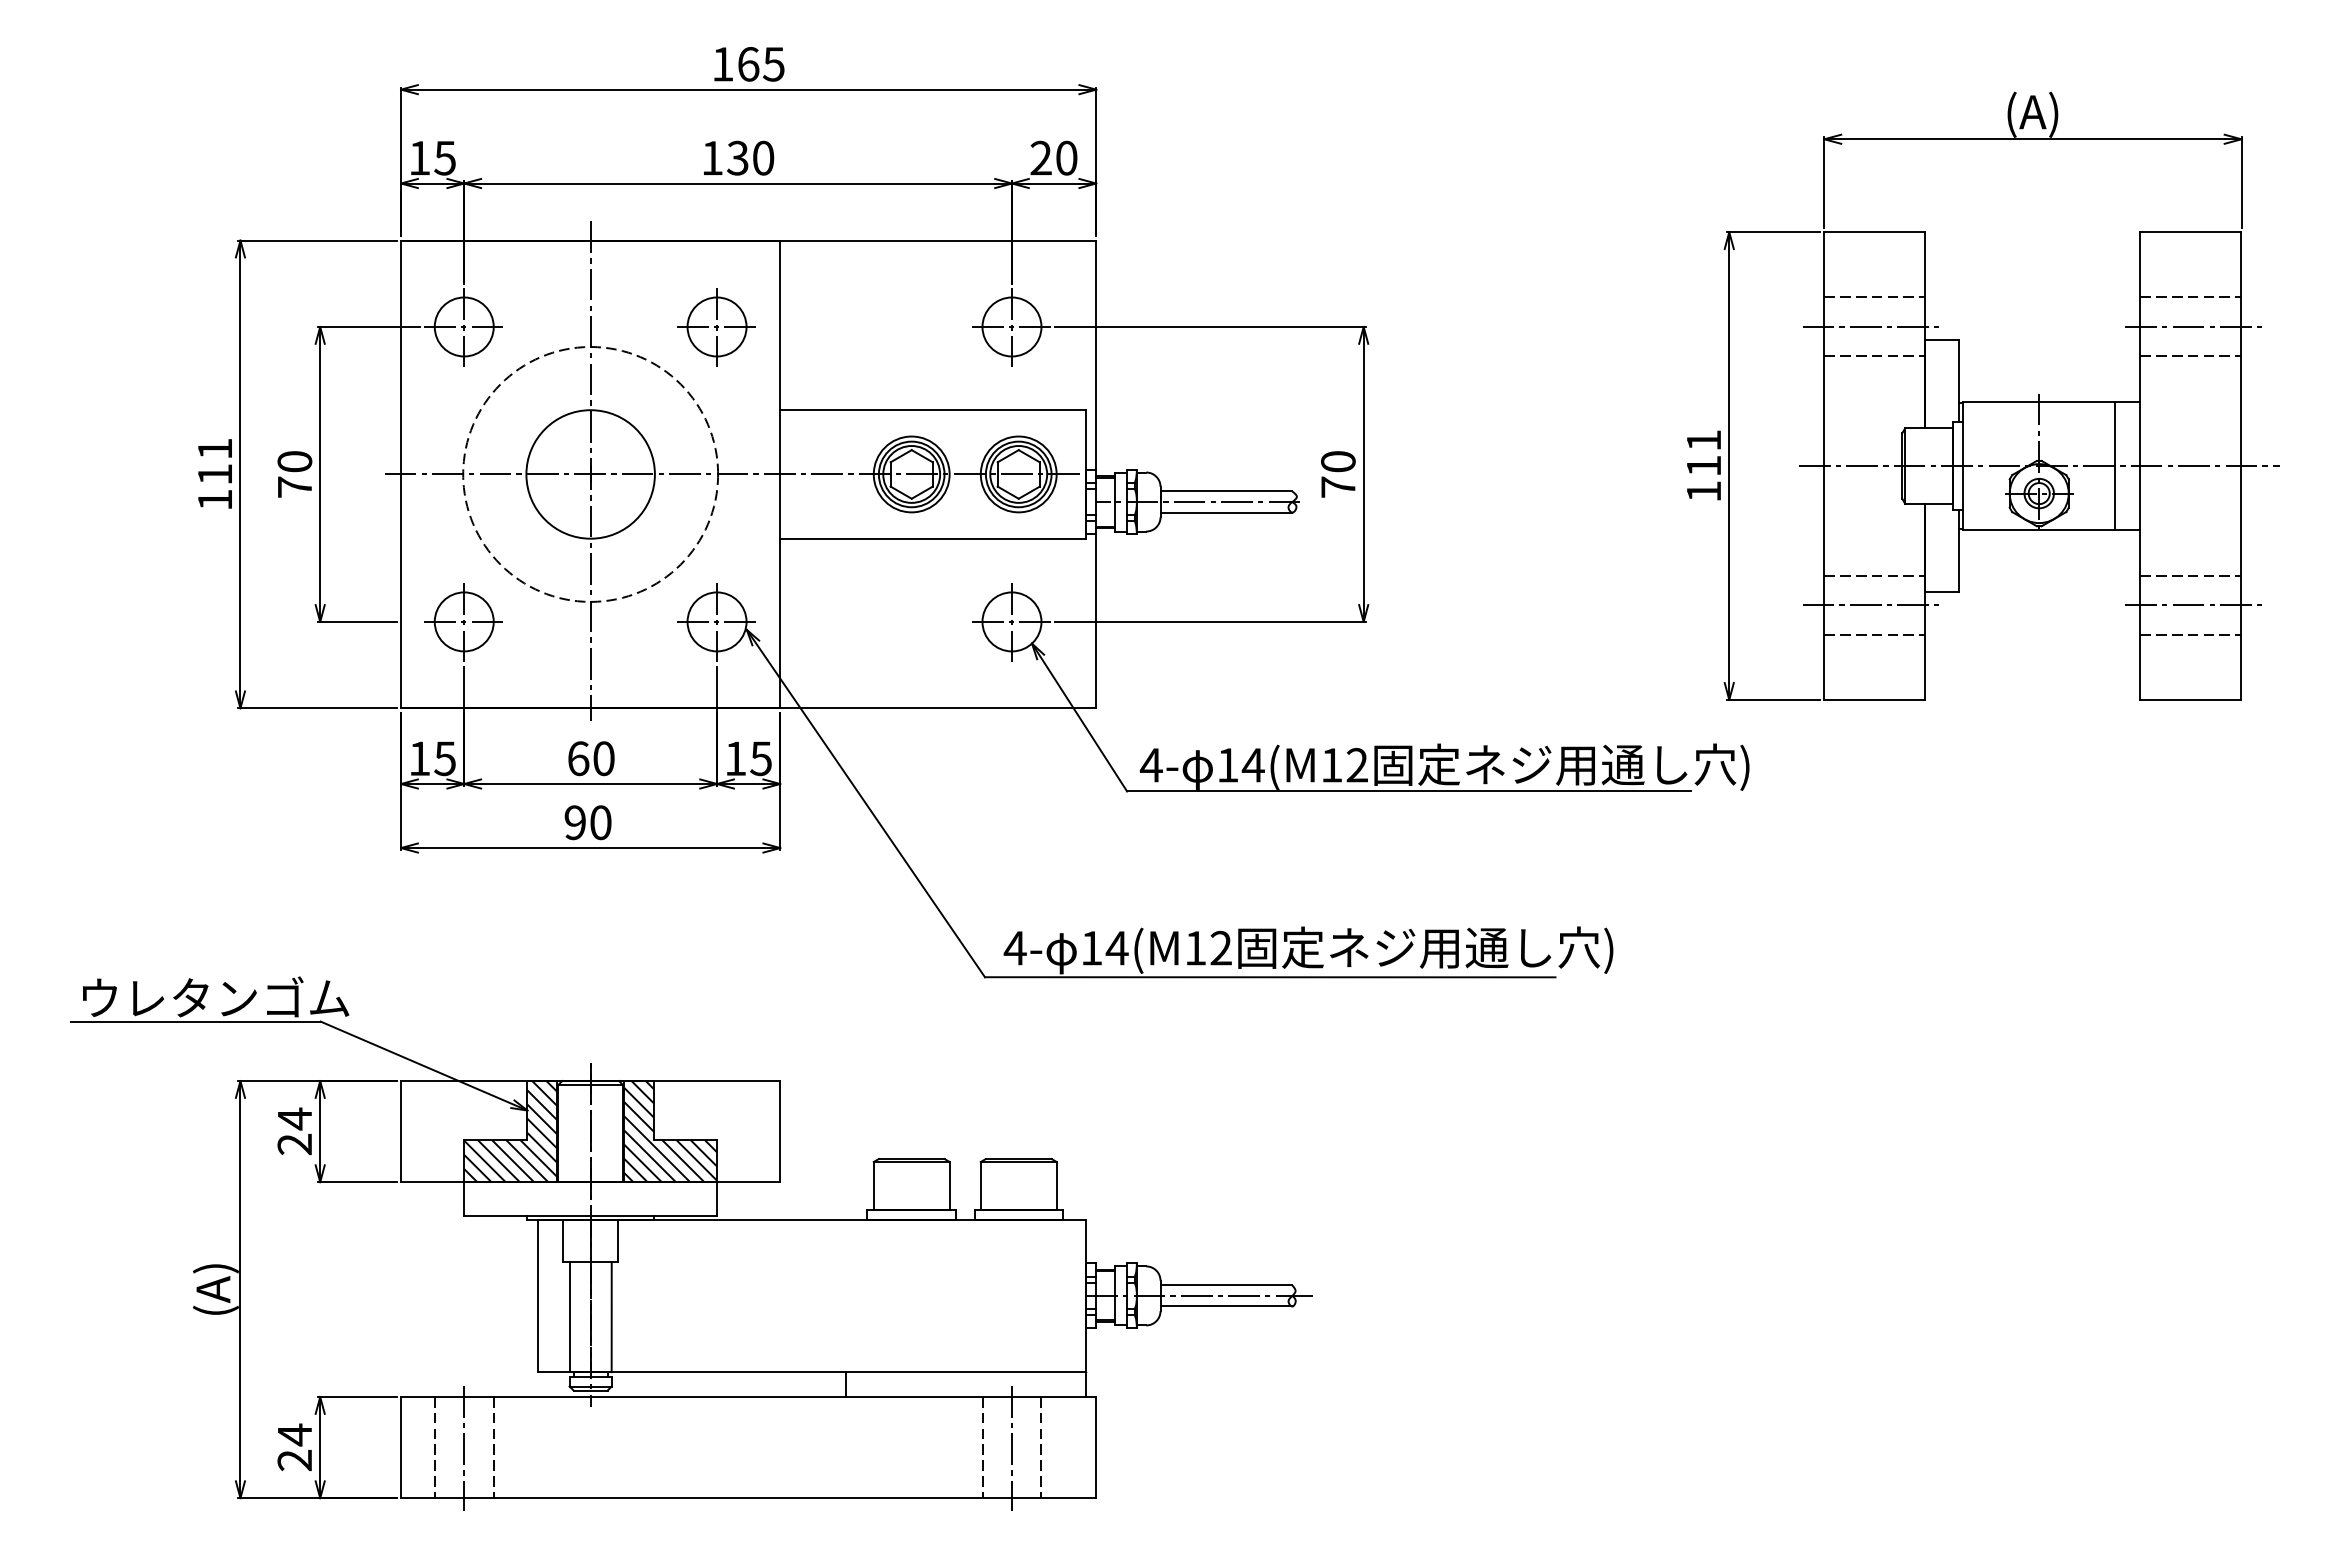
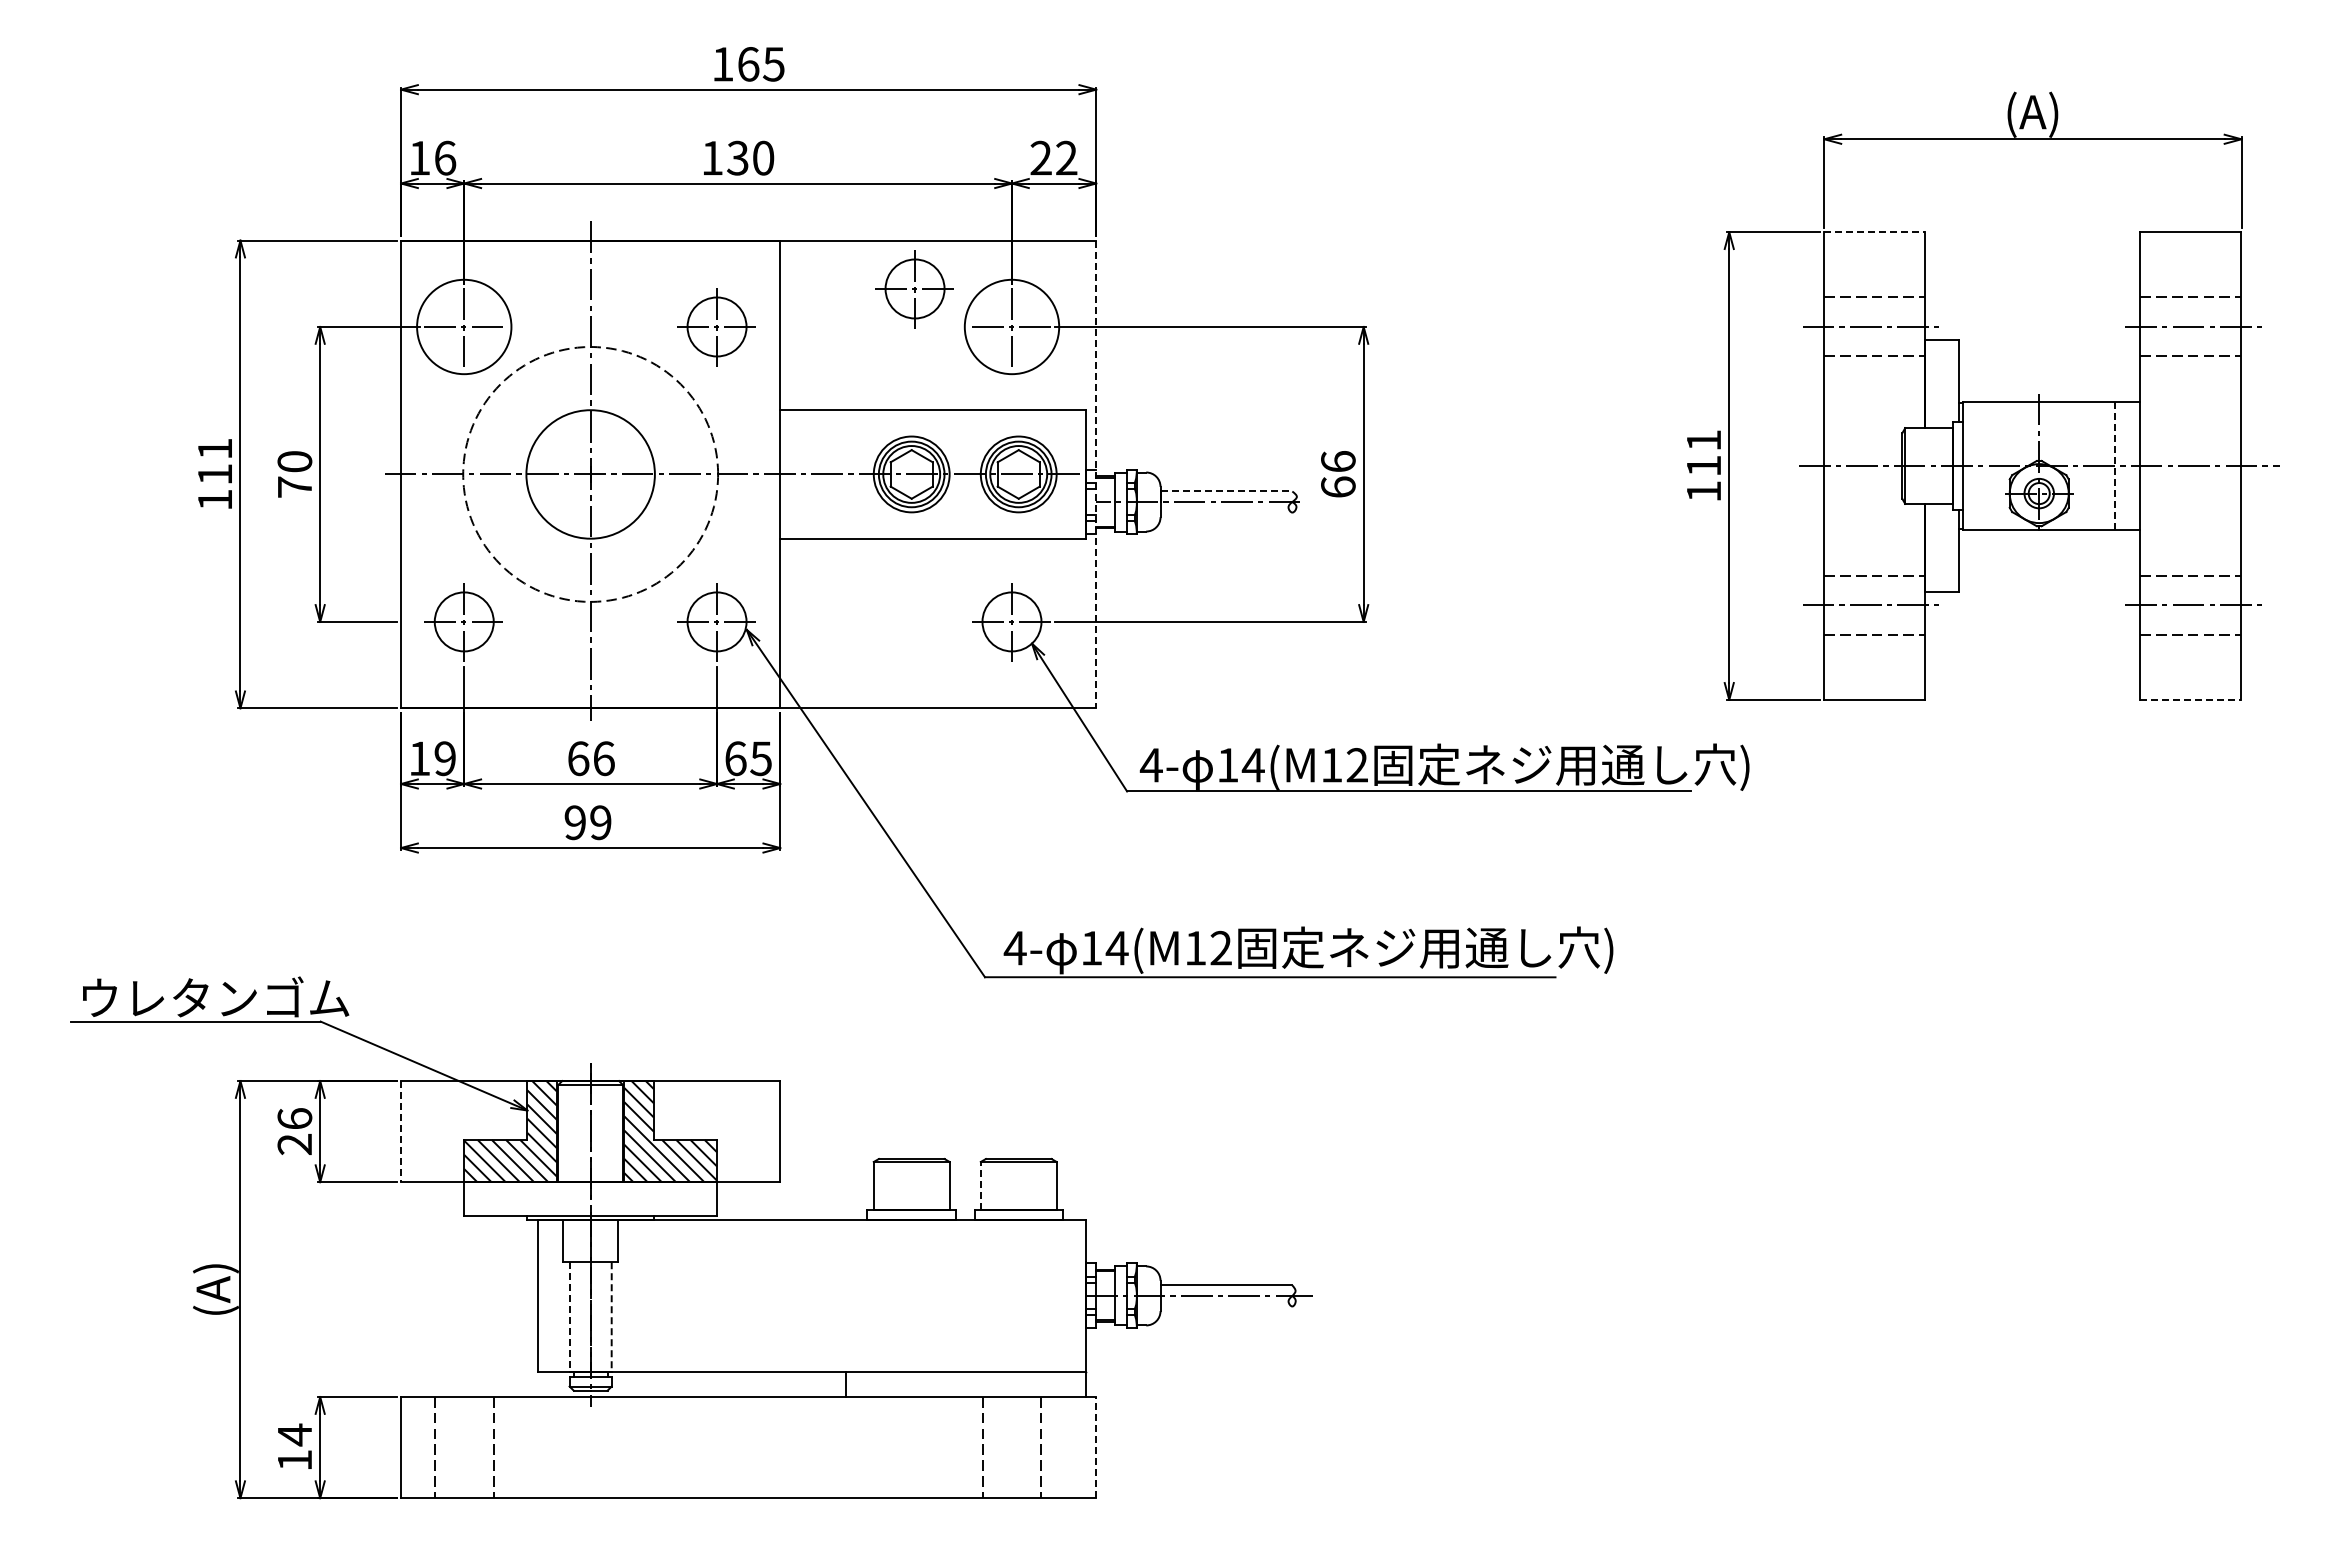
text at (445, 157): 15 -> 16
text at (1066, 157): 20 -> 22
line at (1874, 232): solid -> dashed
part at (914, 289): none -> present
circle at (463, 326) diameter: 59 px -> 94 px
circle at (1011, 326) diameter: 59 px -> 94 px
line at (2115, 465): solid -> dashed
line at (1096, 474): solid -> dashed
text at (1338, 474): 70 -> 66
line at (1226, 491): solid -> dashed
line at (1226, 512): present -> none
line at (2190, 699): solid -> dashed
text at (444, 758): 15 -> 19
text at (603, 758): 60 -> 66
text at (735, 758): 15 -> 65
text at (600, 822): 90 -> 99
text at (294, 1118): 24 -> 26
line at (401, 1131): solid -> dashed
line at (980, 1185): solid -> dashed
line at (1226, 1306): present -> none
line at (569, 1317): solid -> dashed
line at (611, 1317): solid -> dashed
line at (1096, 1447): solid -> dashed
line at (464, 1448): present -> none
line at (1011, 1448): present -> none
text at (294, 1460): 24 -> 14
